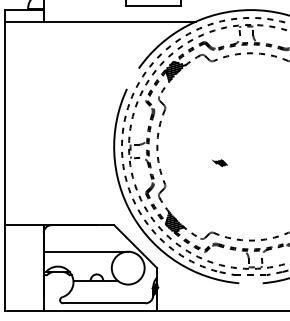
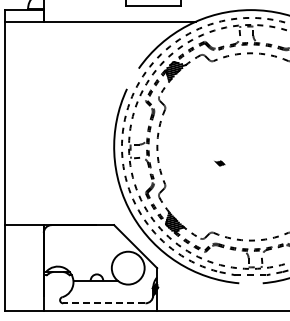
part at (219, 163) size: 17x9 px -> 12x7 px
line at (85, 251): present -> none
line at (103, 303): solid -> dashed
